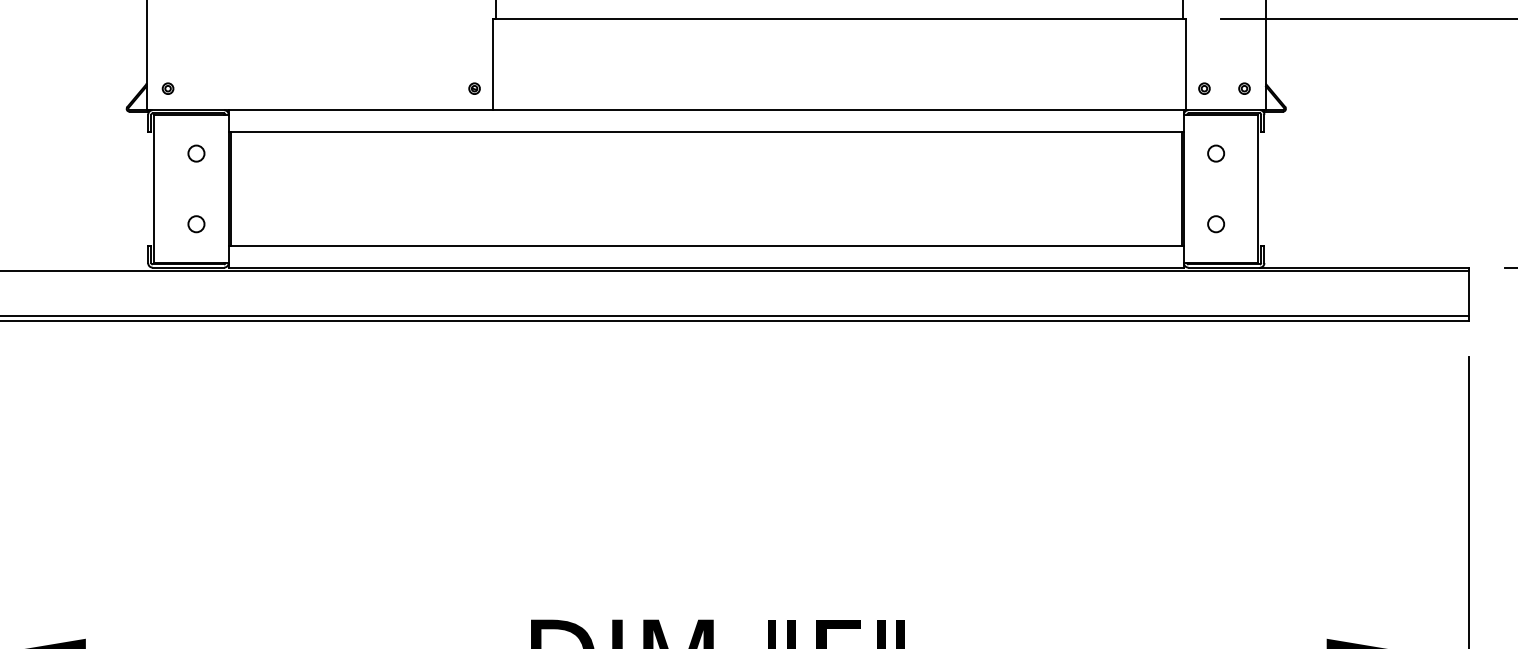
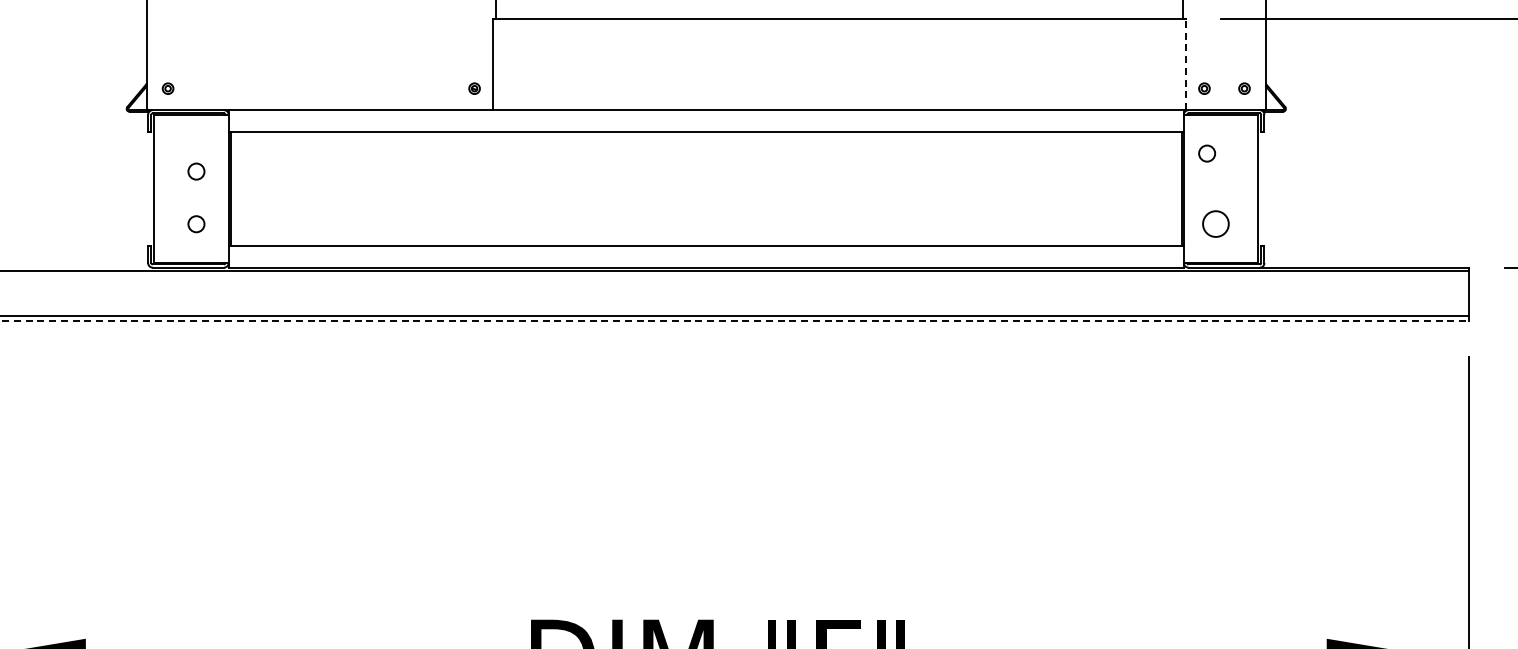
line at (1185, 64): solid -> dashed
circle at (196, 153) position: (196, 153) -> (196, 171)
circle at (1216, 153) position: (1216, 153) -> (1207, 153)
circle at (1216, 224) size: 19x19 px -> 28x28 px
line at (735, 321): solid -> dashed
